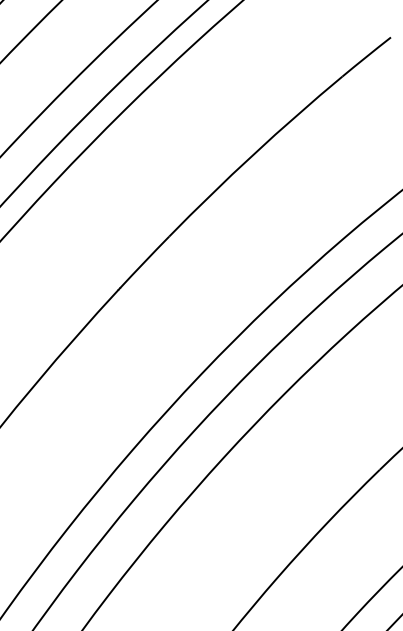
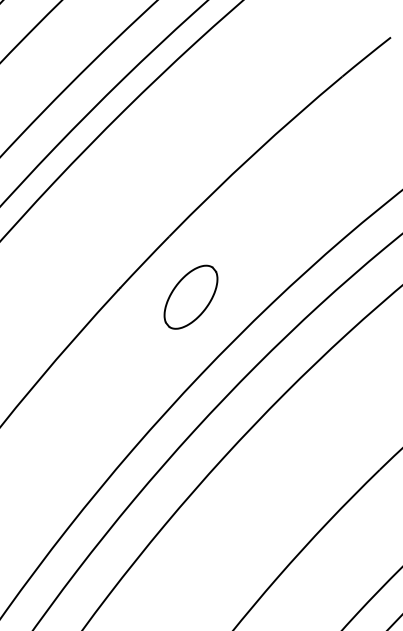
part at (190, 296): none -> present
